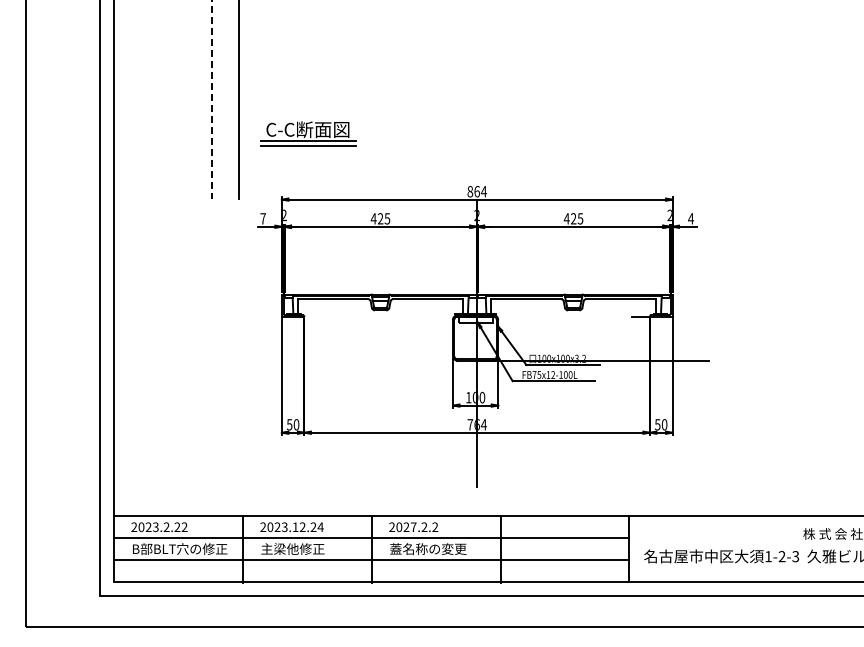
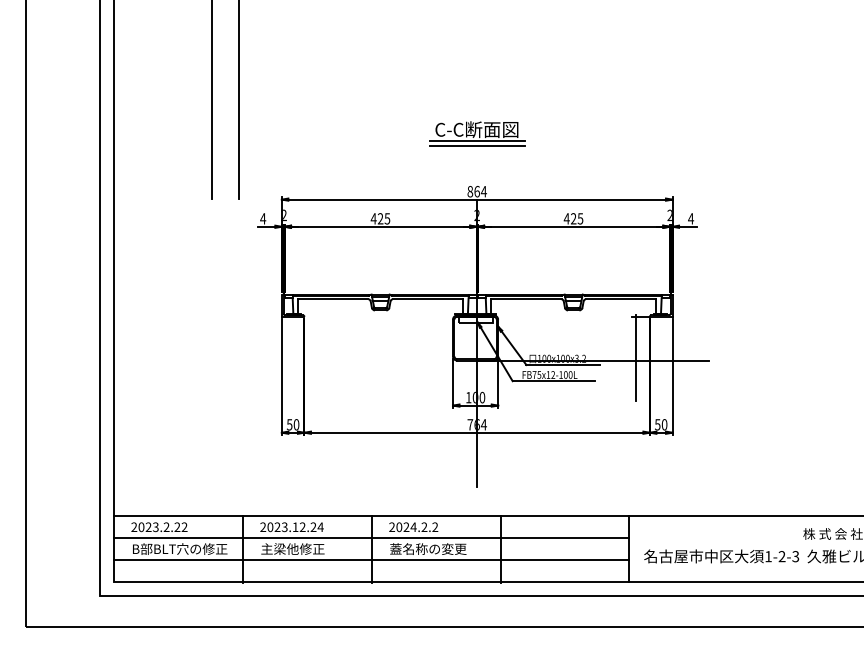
line at (212, 99): dashed -> solid
part at (308, 133) position: (308, 133) -> (477, 133)
text at (263, 218): 7 -> 4
line at (636, 358): none -> present
text at (413, 526): 2027.2.2 -> 2024.2.2
